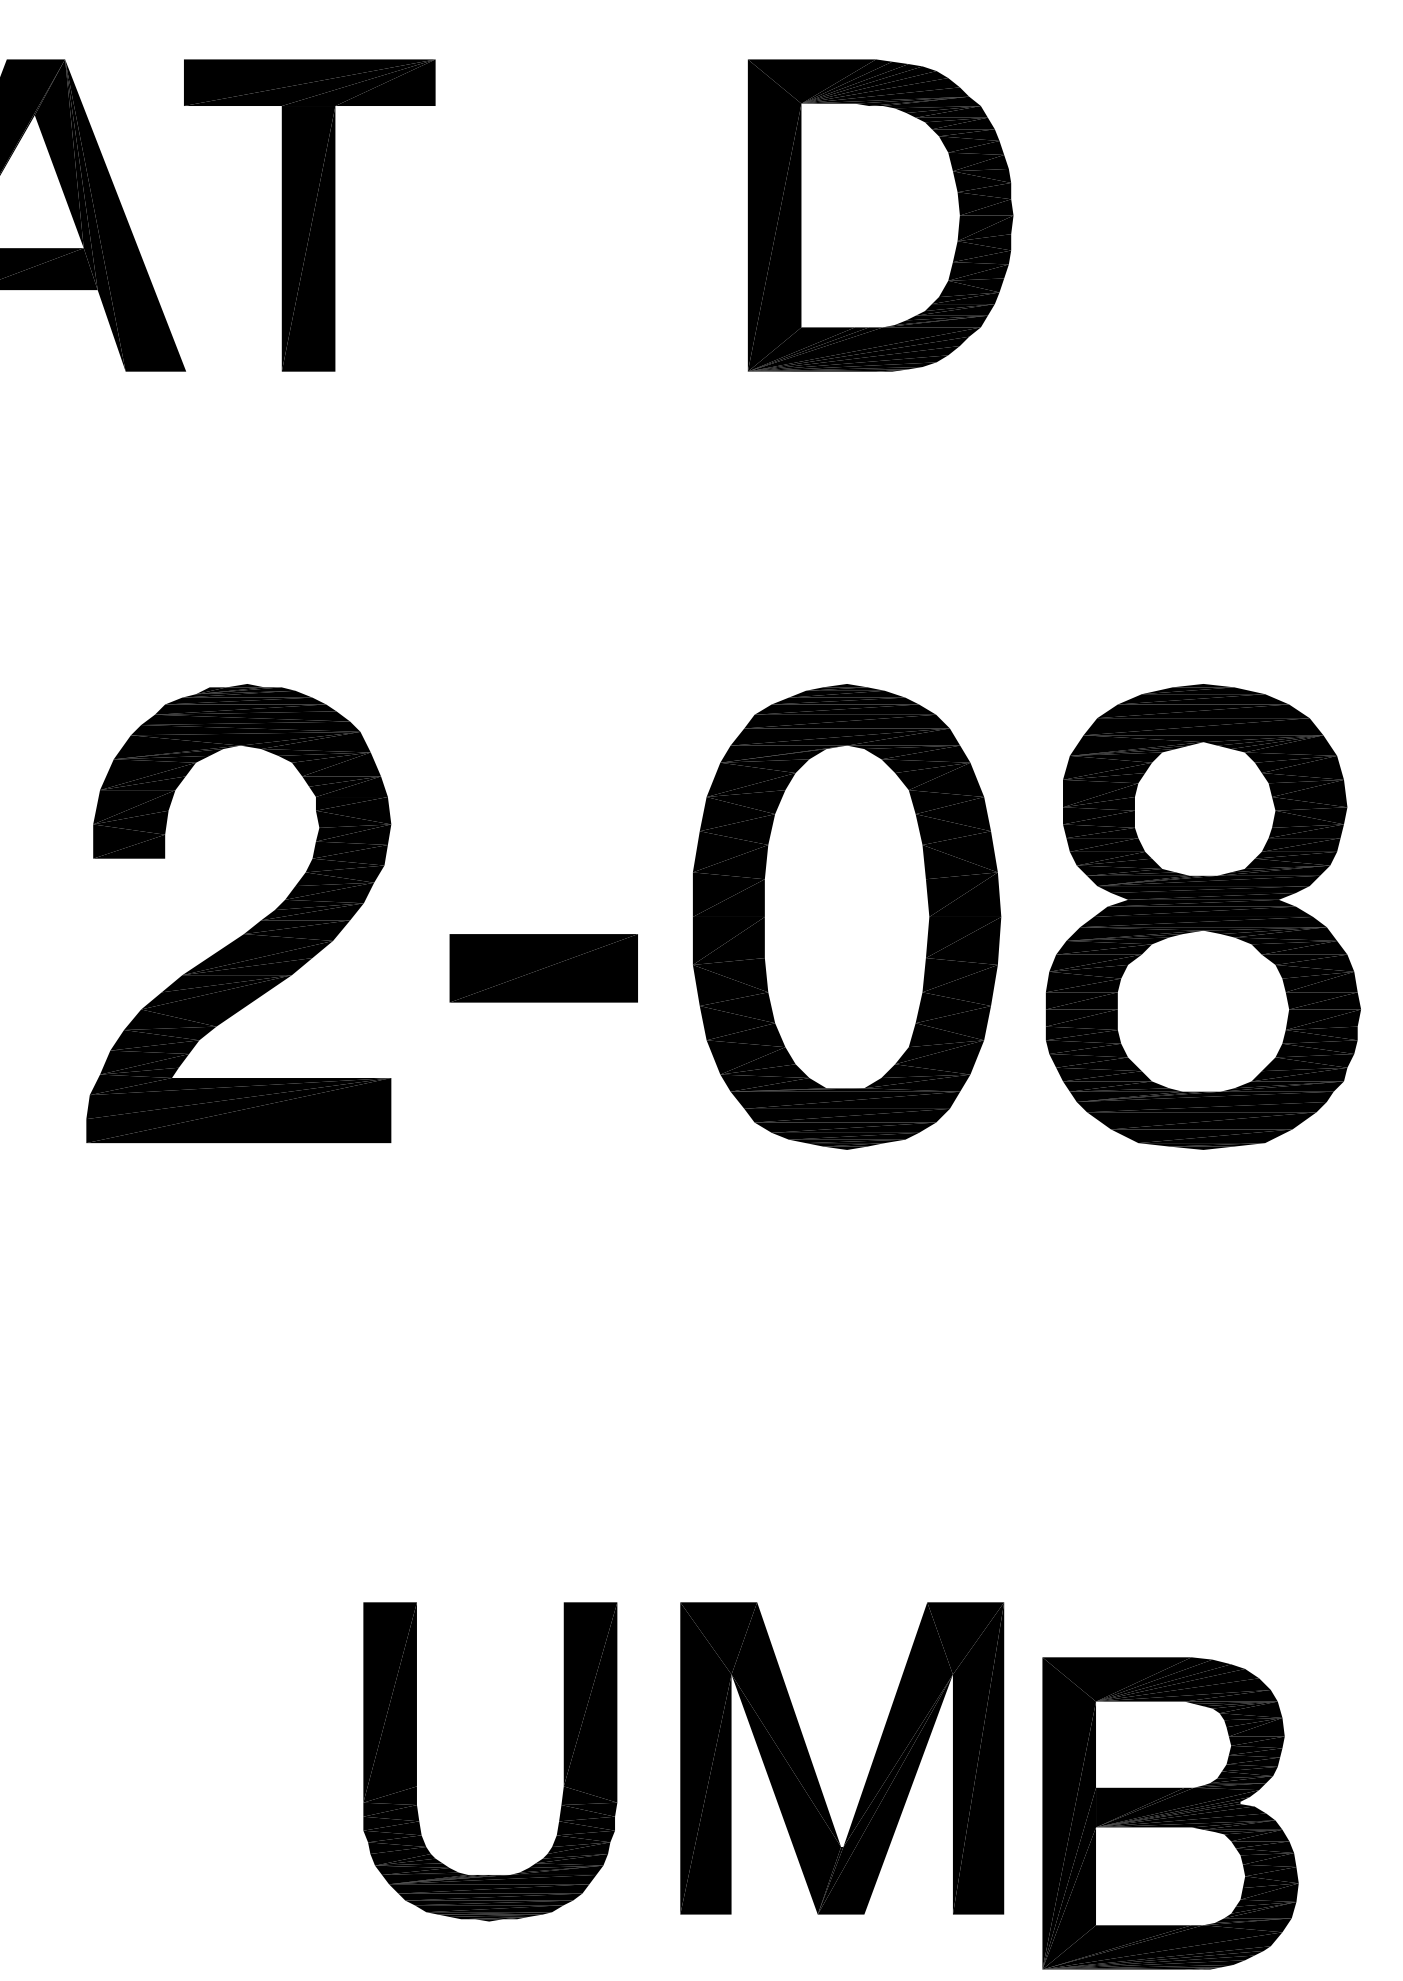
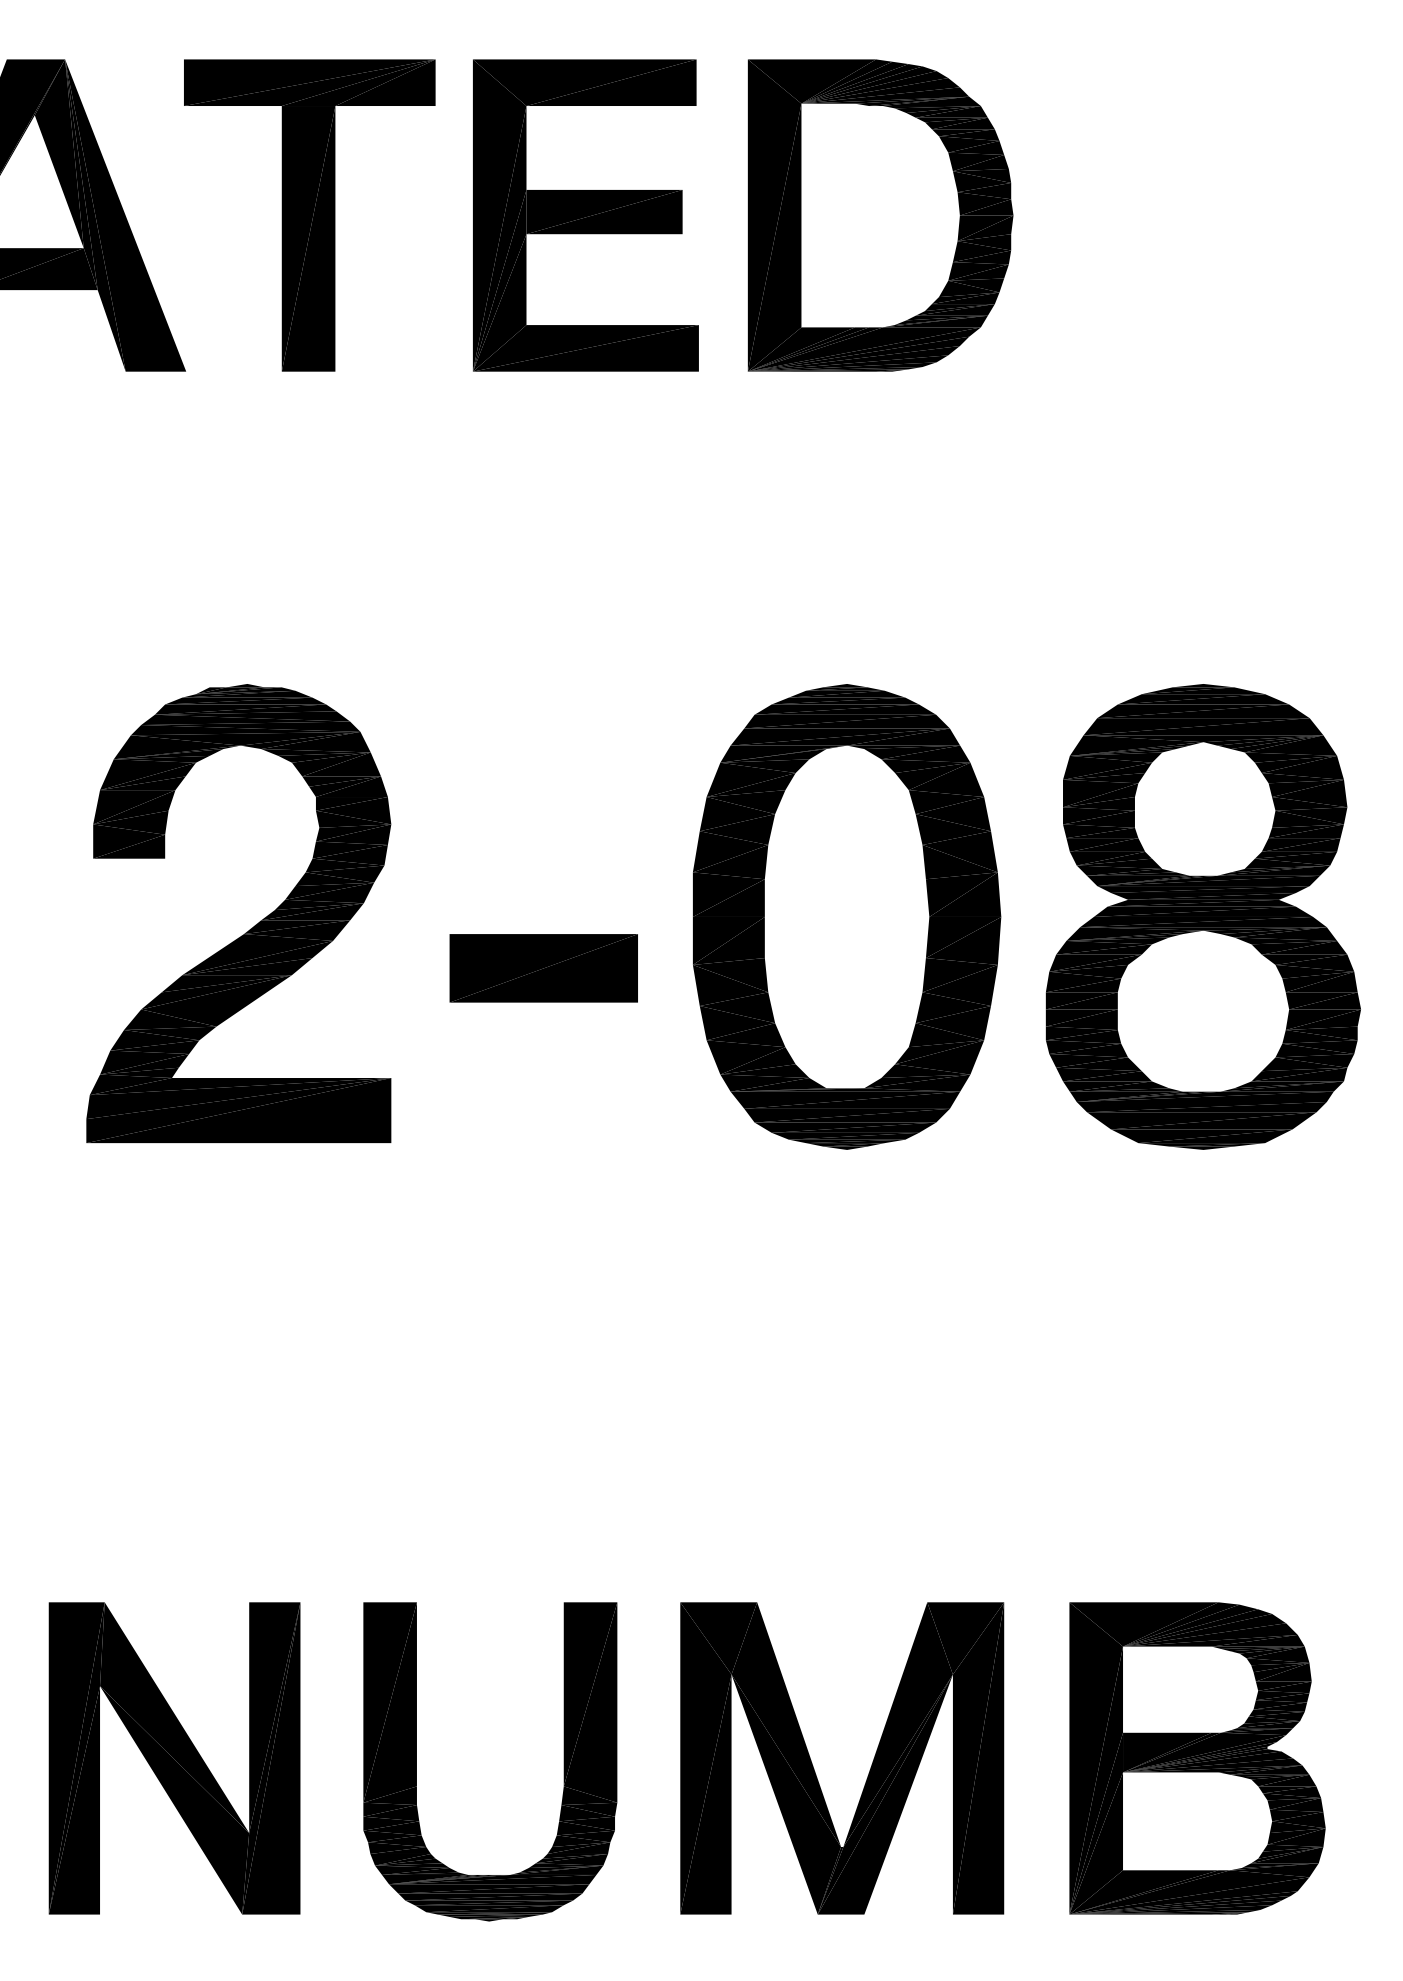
part at (585, 215): none -> present
part at (174, 1758): none -> present
part at (1170, 1813) position: (1170, 1813) -> (1197, 1758)
